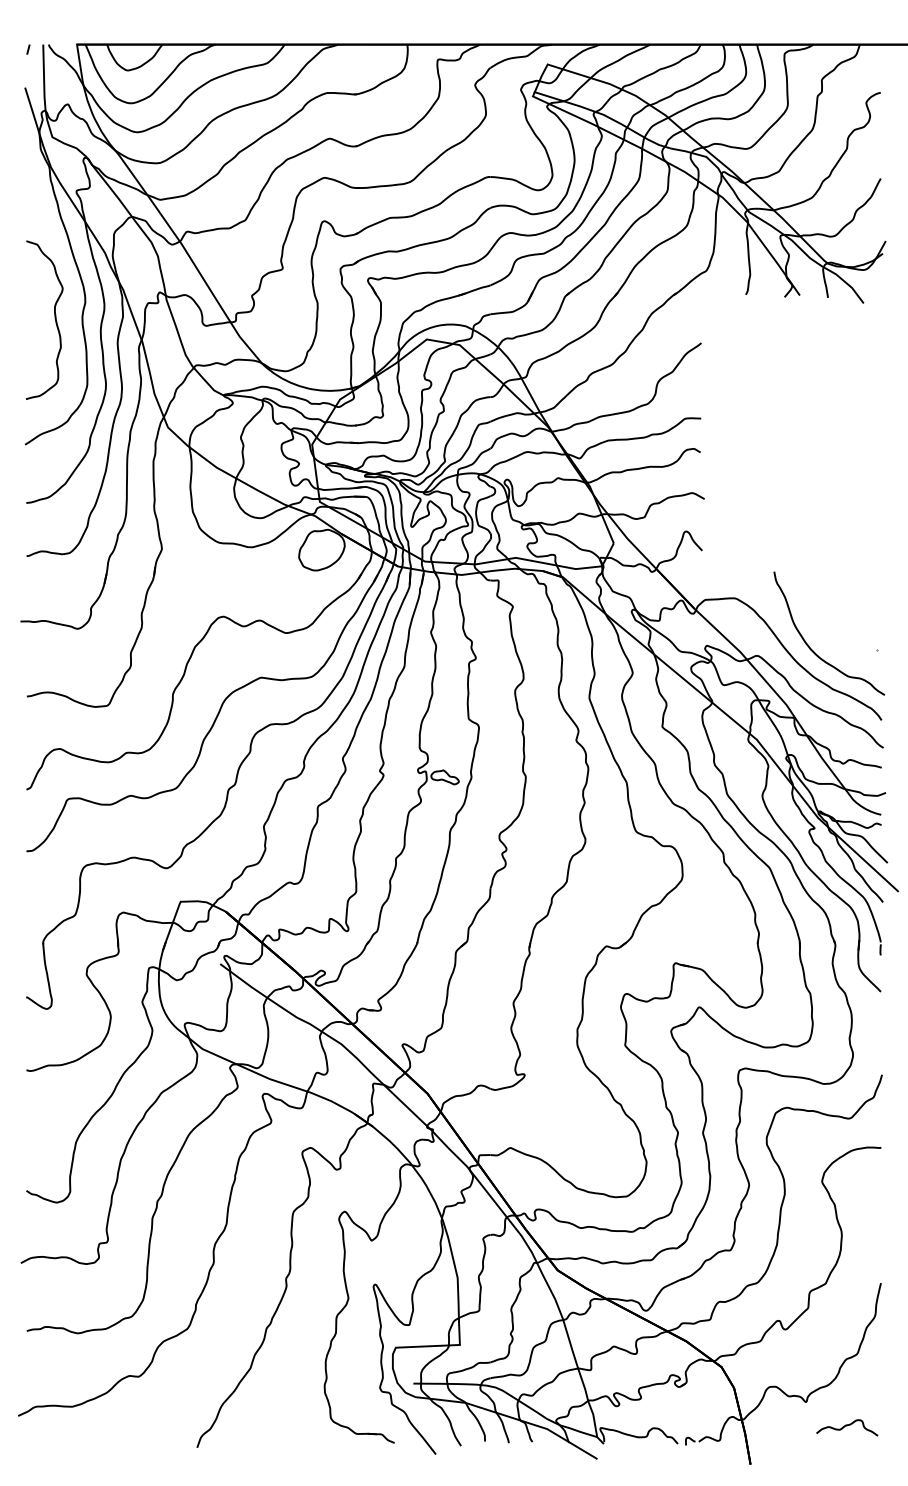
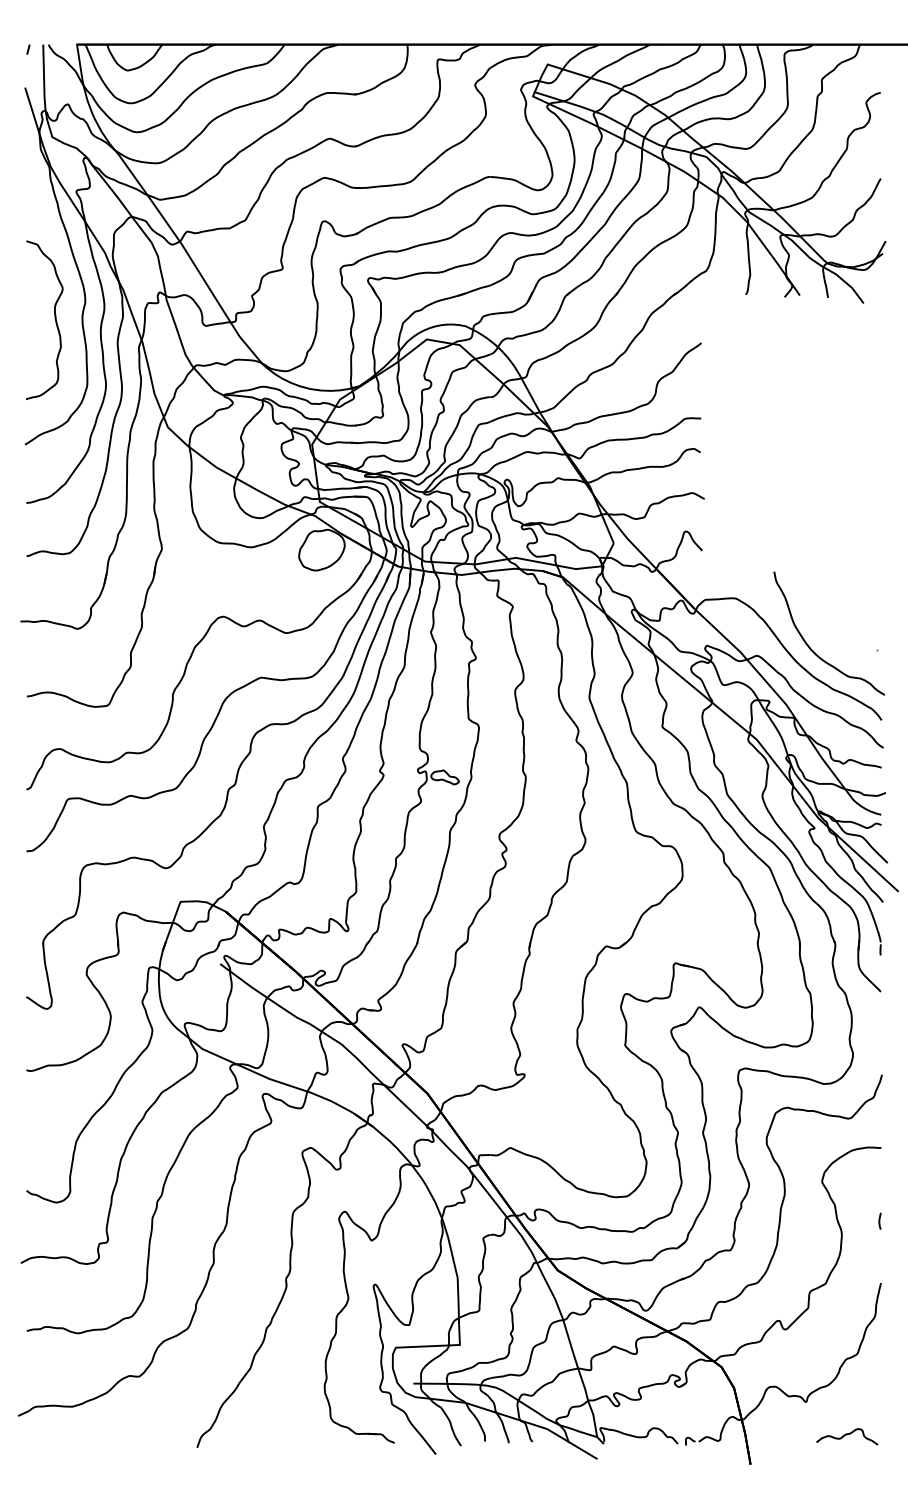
line at (879, 1220): none -> present
curve at (847, 1426) position: (847, 1426) -> (847, 1435)
